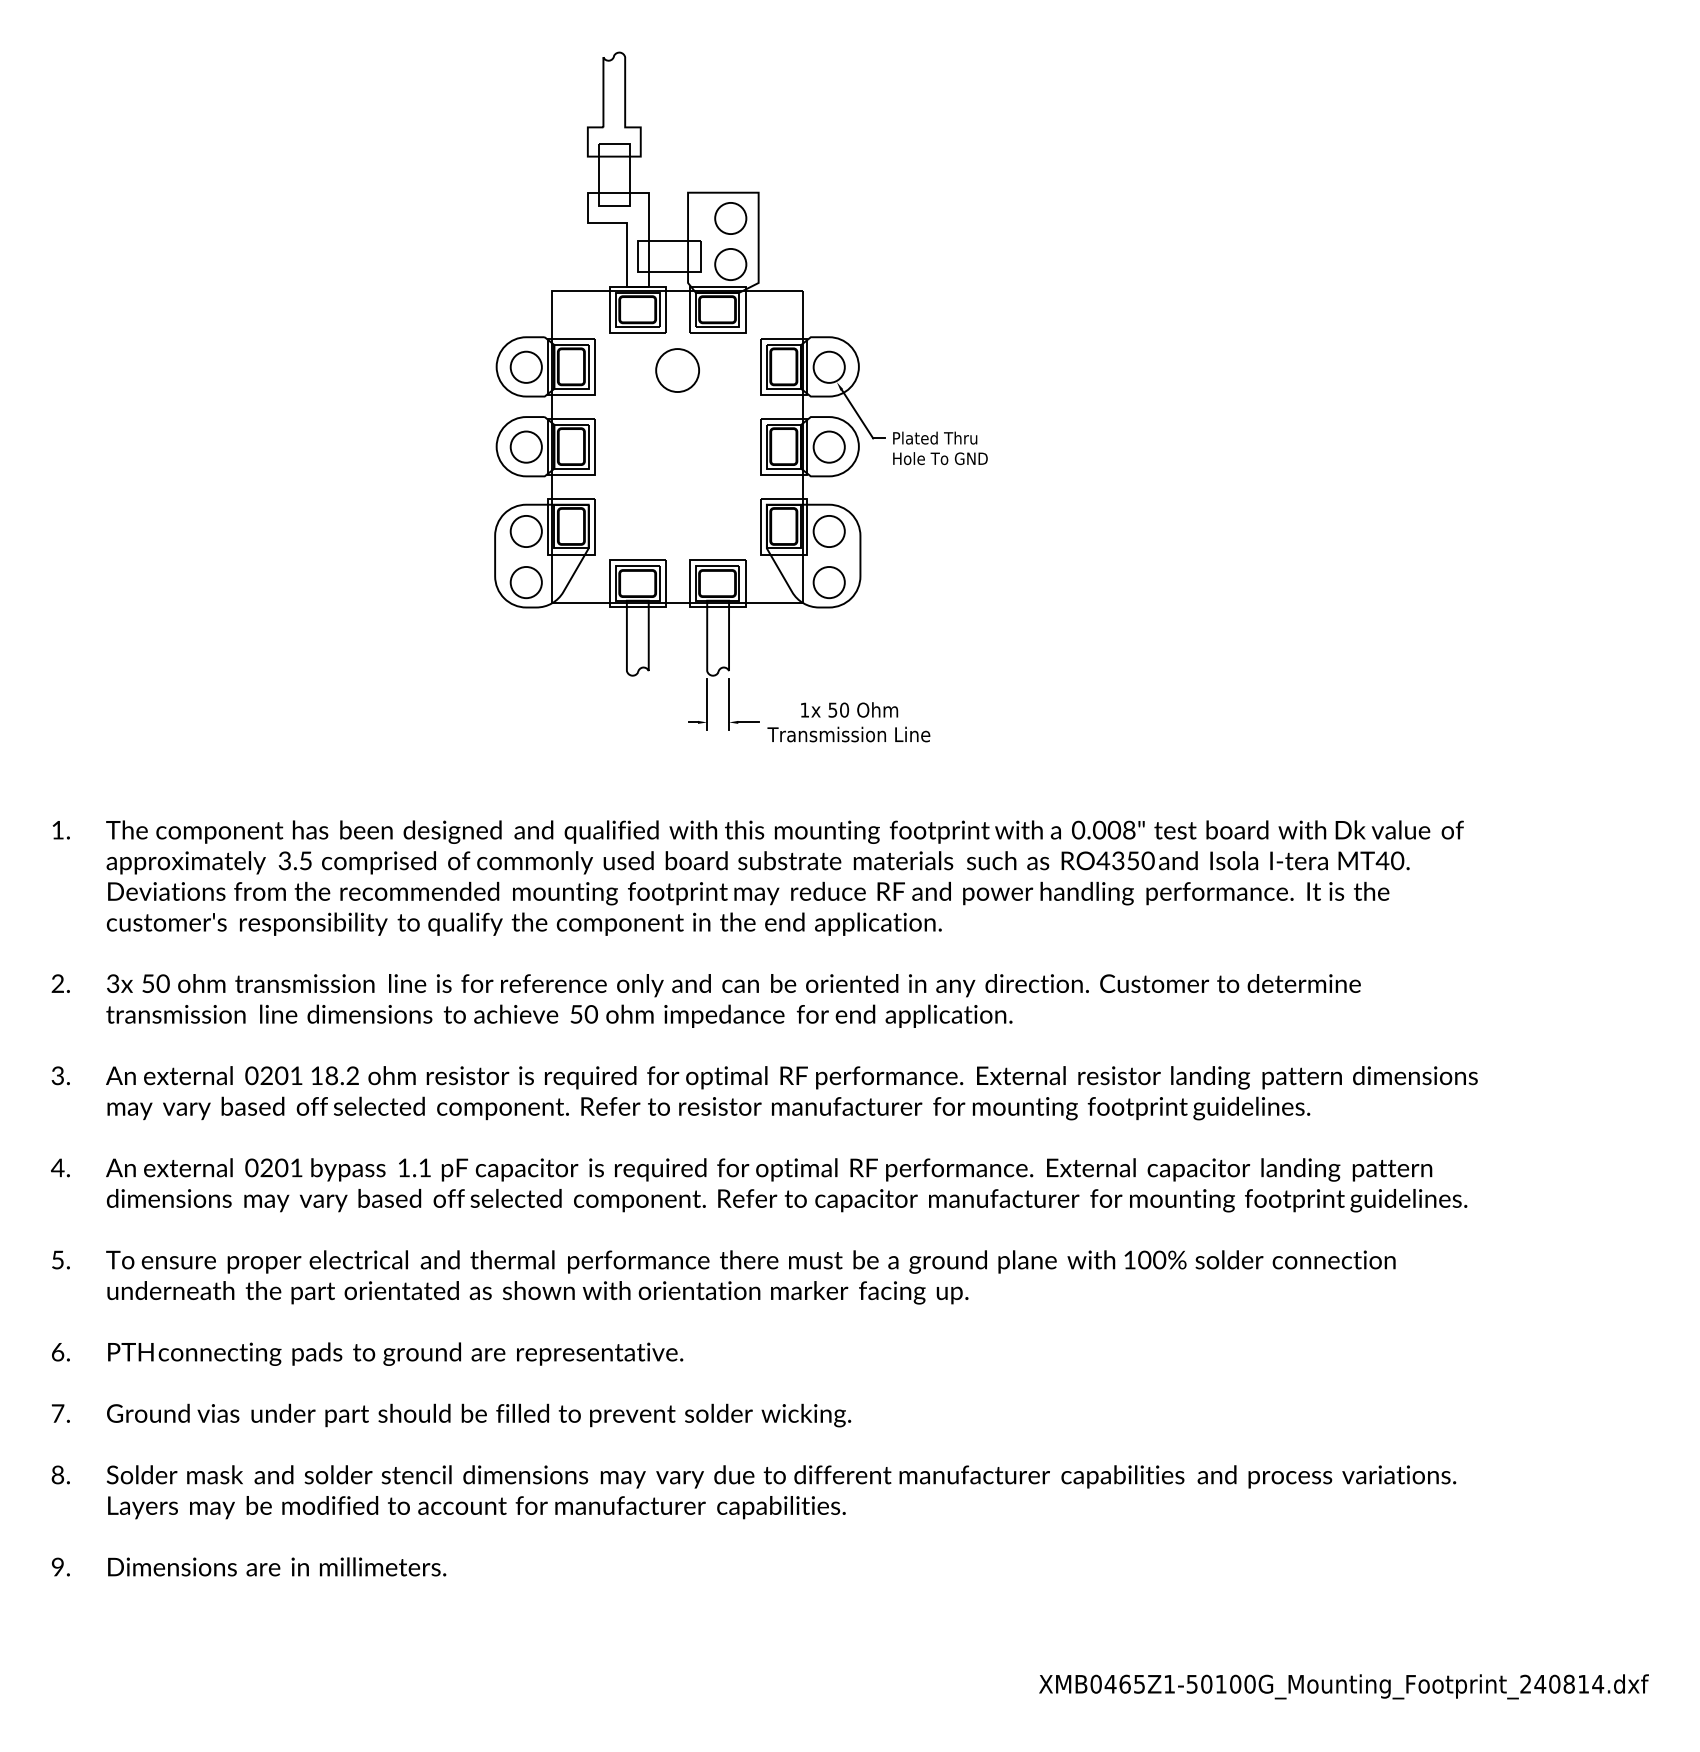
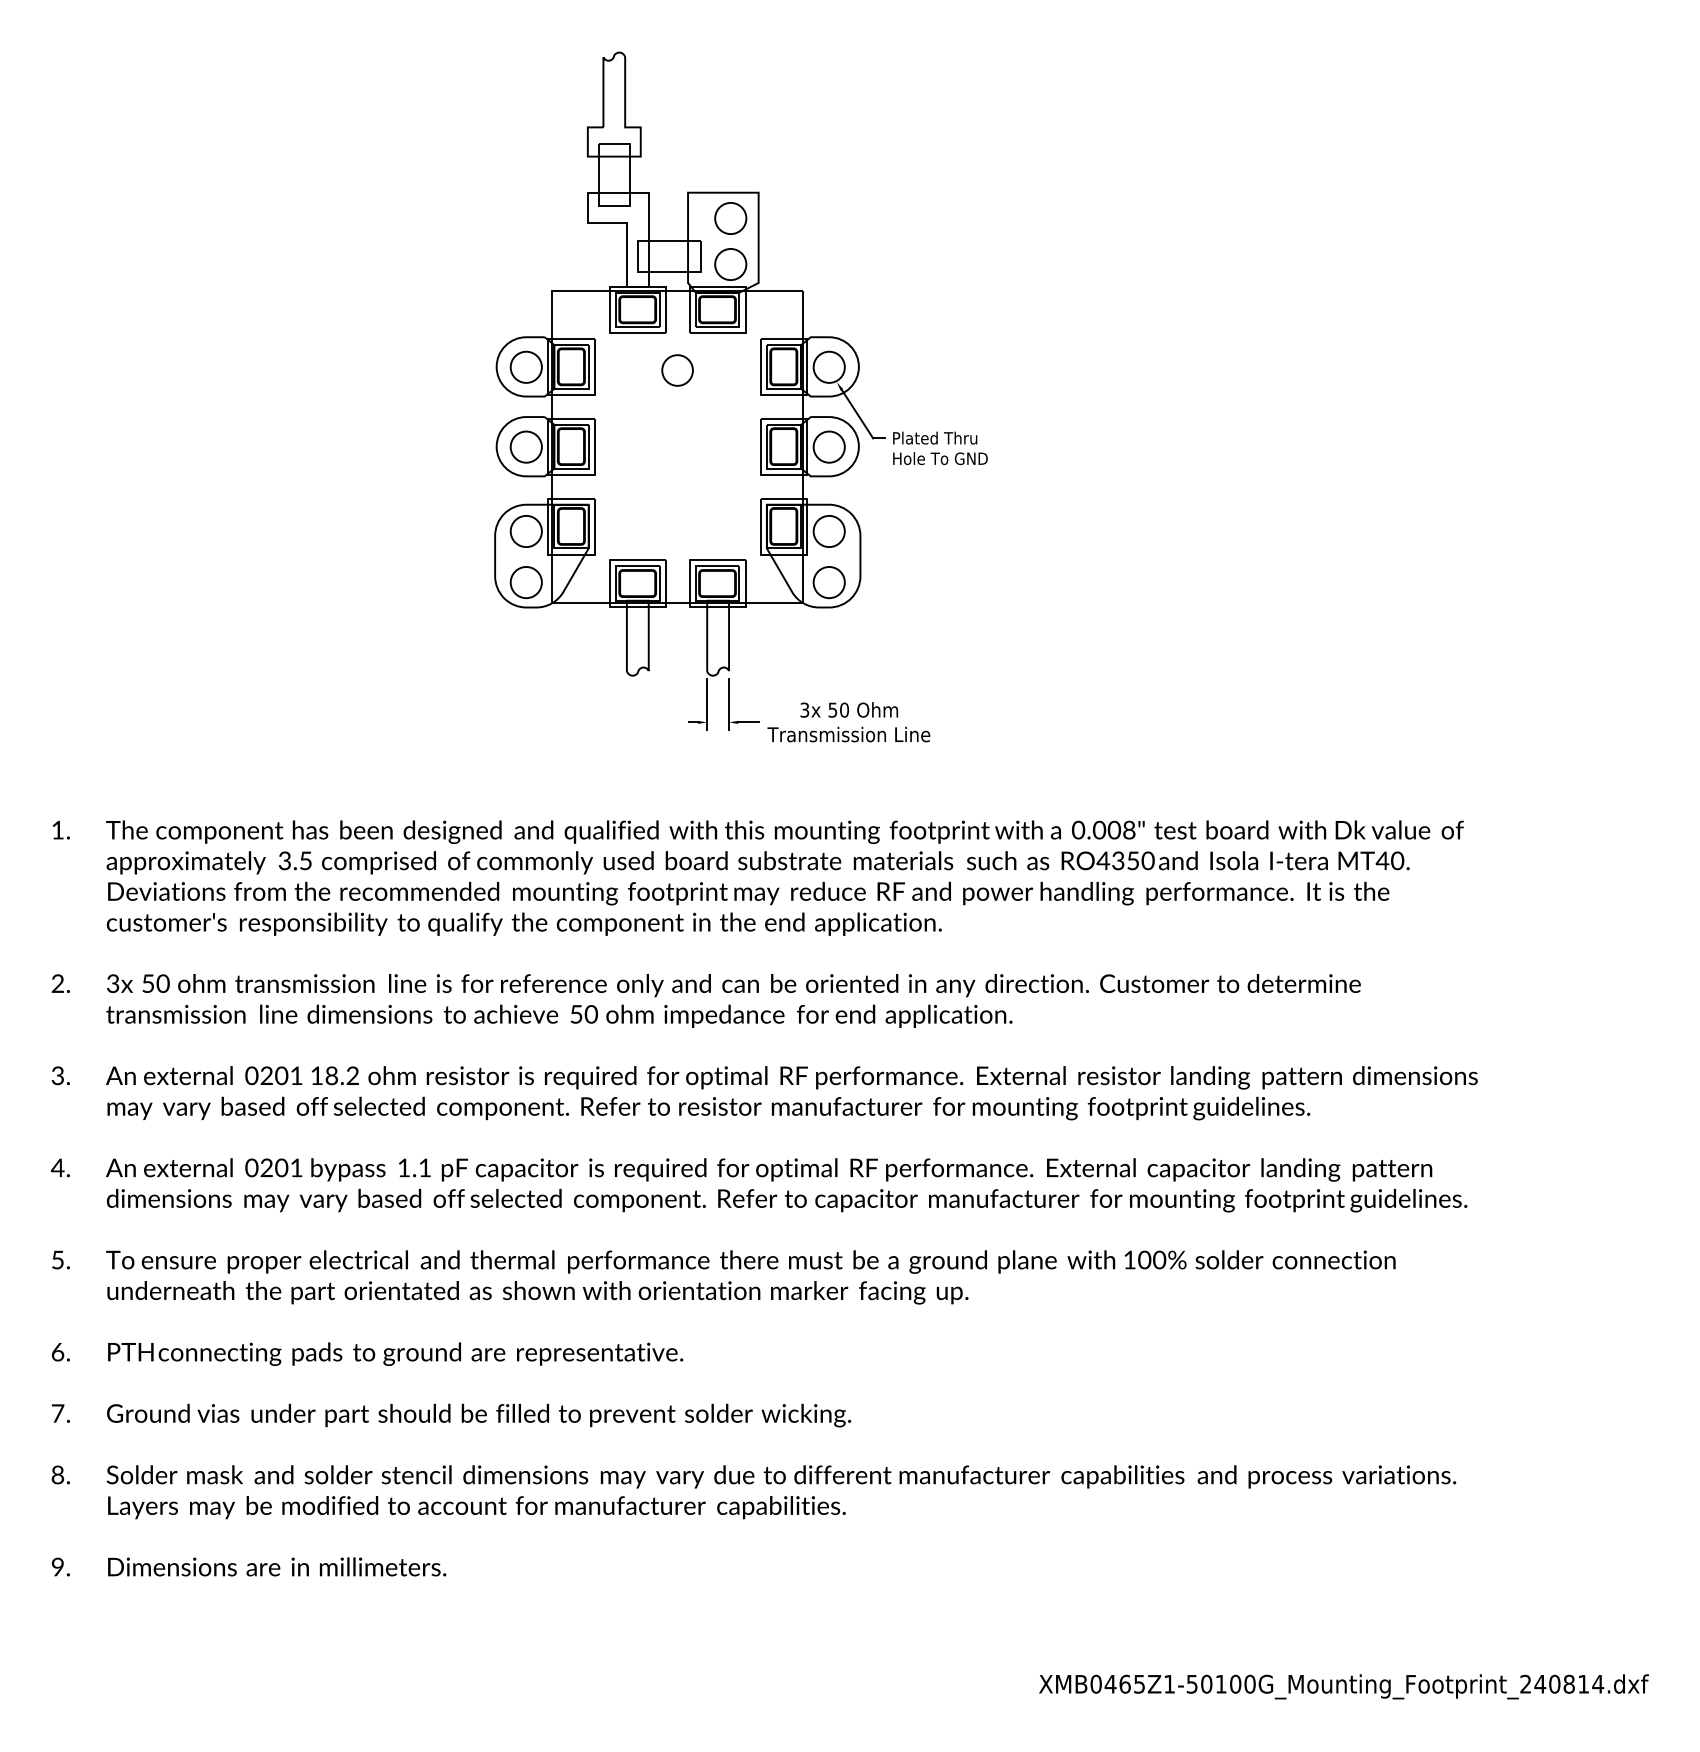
circle at (677, 370) size: 45x45 px -> 33x33 px
text at (804, 709): 1x -> 3x
